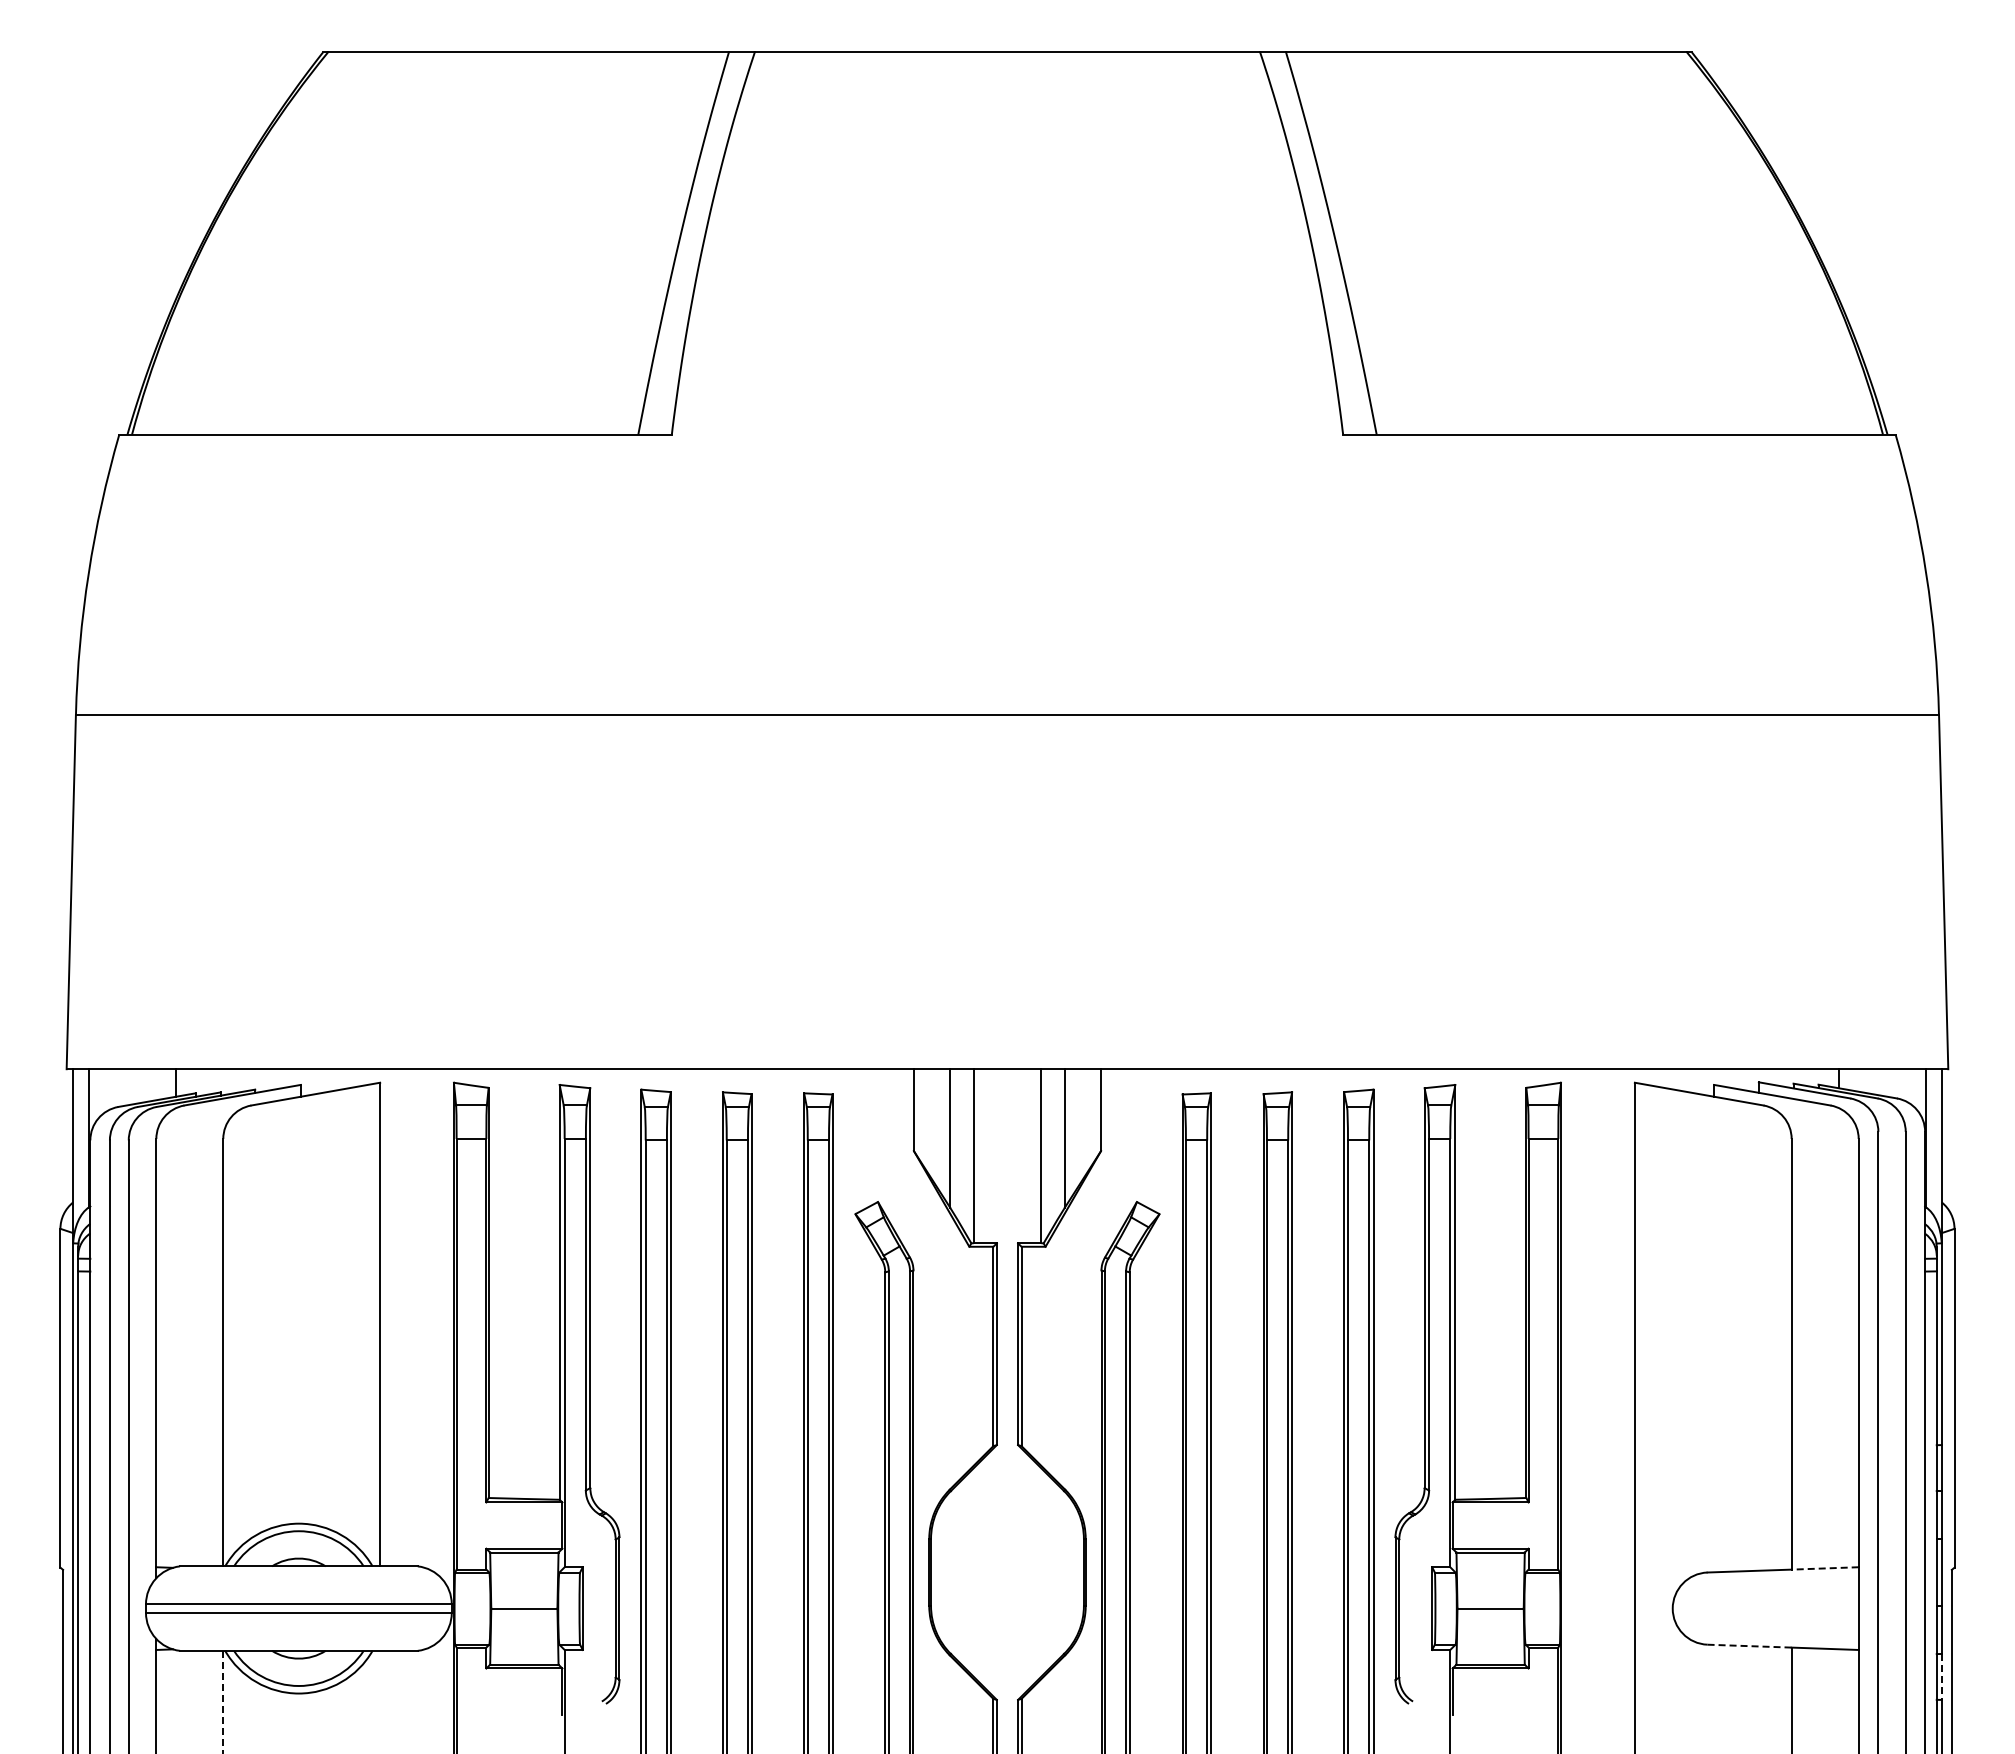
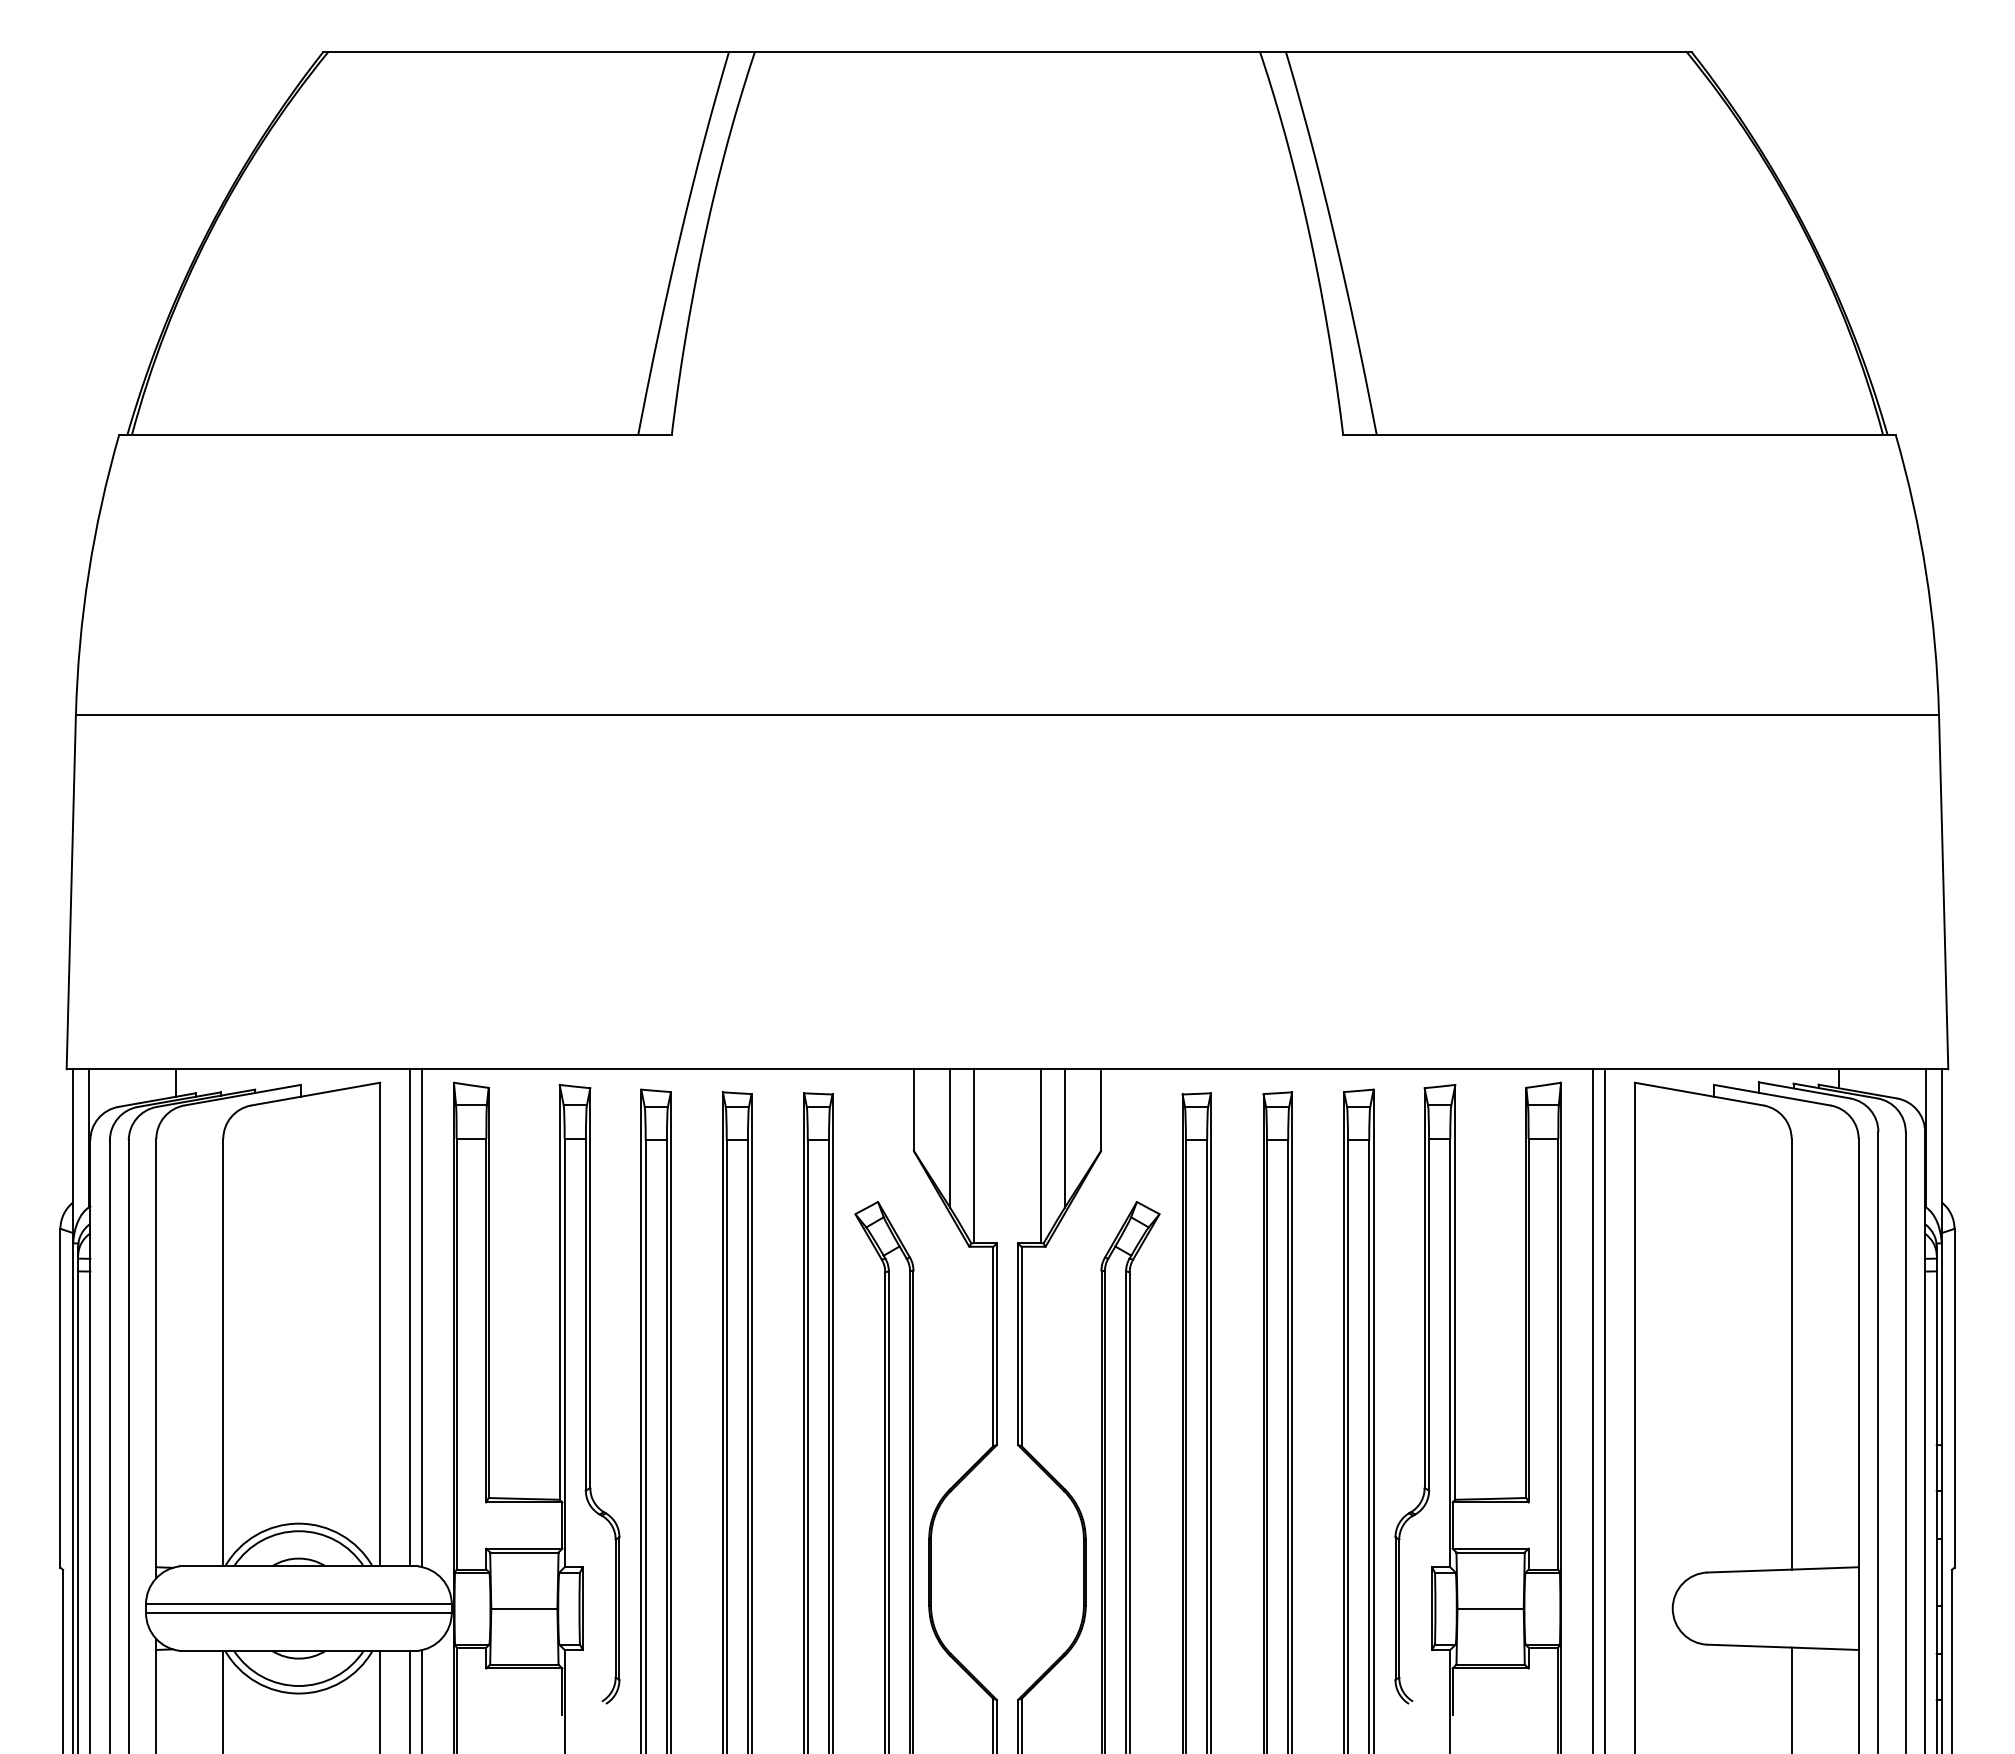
line at (409, 1317): none -> present
line at (421, 1318): none -> present
line at (1593, 1409): none -> present
line at (1605, 1409): none -> present
line at (1825, 1568): dashed -> solid
line at (1750, 1646): dashed -> solid
line at (1941, 1676): dashed -> solid
line at (380, 1700): none -> present
line at (409, 1700): none -> present
line at (421, 1700): none -> present
line at (223, 1702): dashed -> solid
